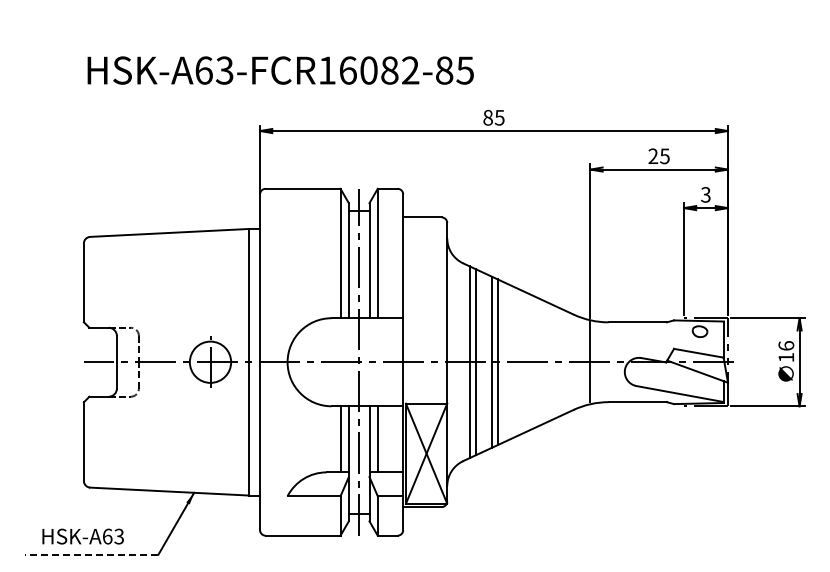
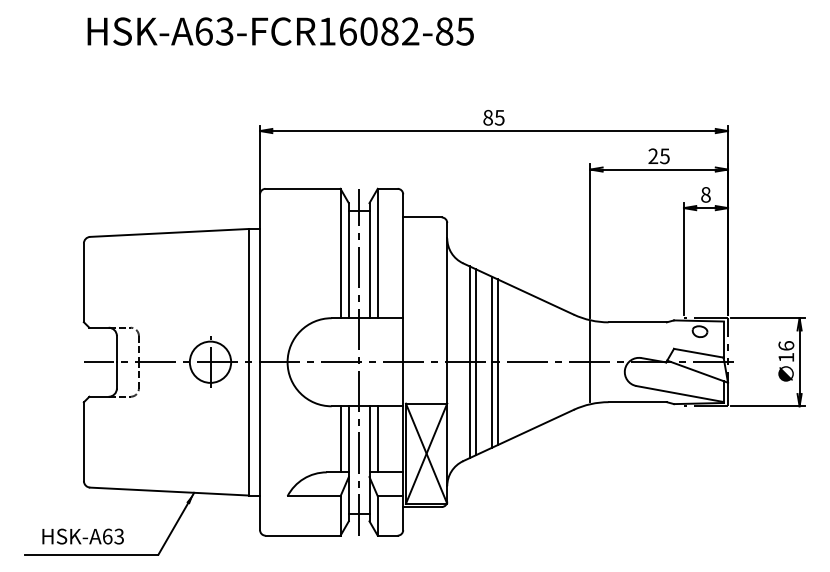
text at (280, 70) position: (280, 70) -> (280, 31)
text at (705, 194): 3 -> 8
line at (91, 554): dashed -> solid
